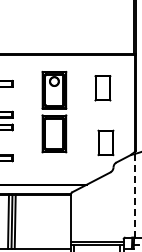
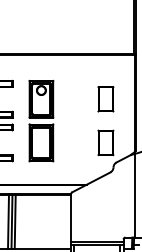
part at (102, 88) position: (102, 88) -> (105, 99)
part at (54, 112) position: (54, 112) -> (41, 121)
line at (134, 195): dashed -> solid
